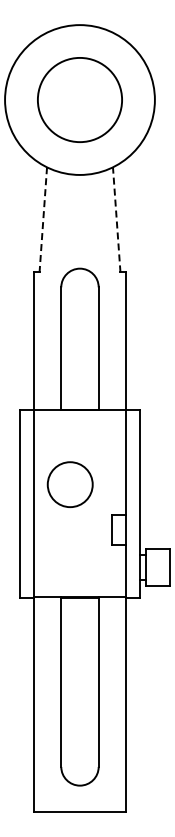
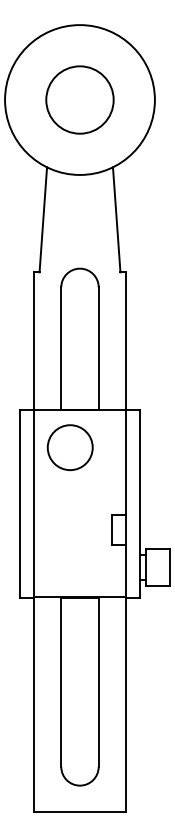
circle at (79, 99) diameter: 84 px -> 67 px
line at (43, 219): dashed -> solid
line at (116, 219): dashed -> solid
circle at (69, 484) position: (69, 484) -> (69, 447)
